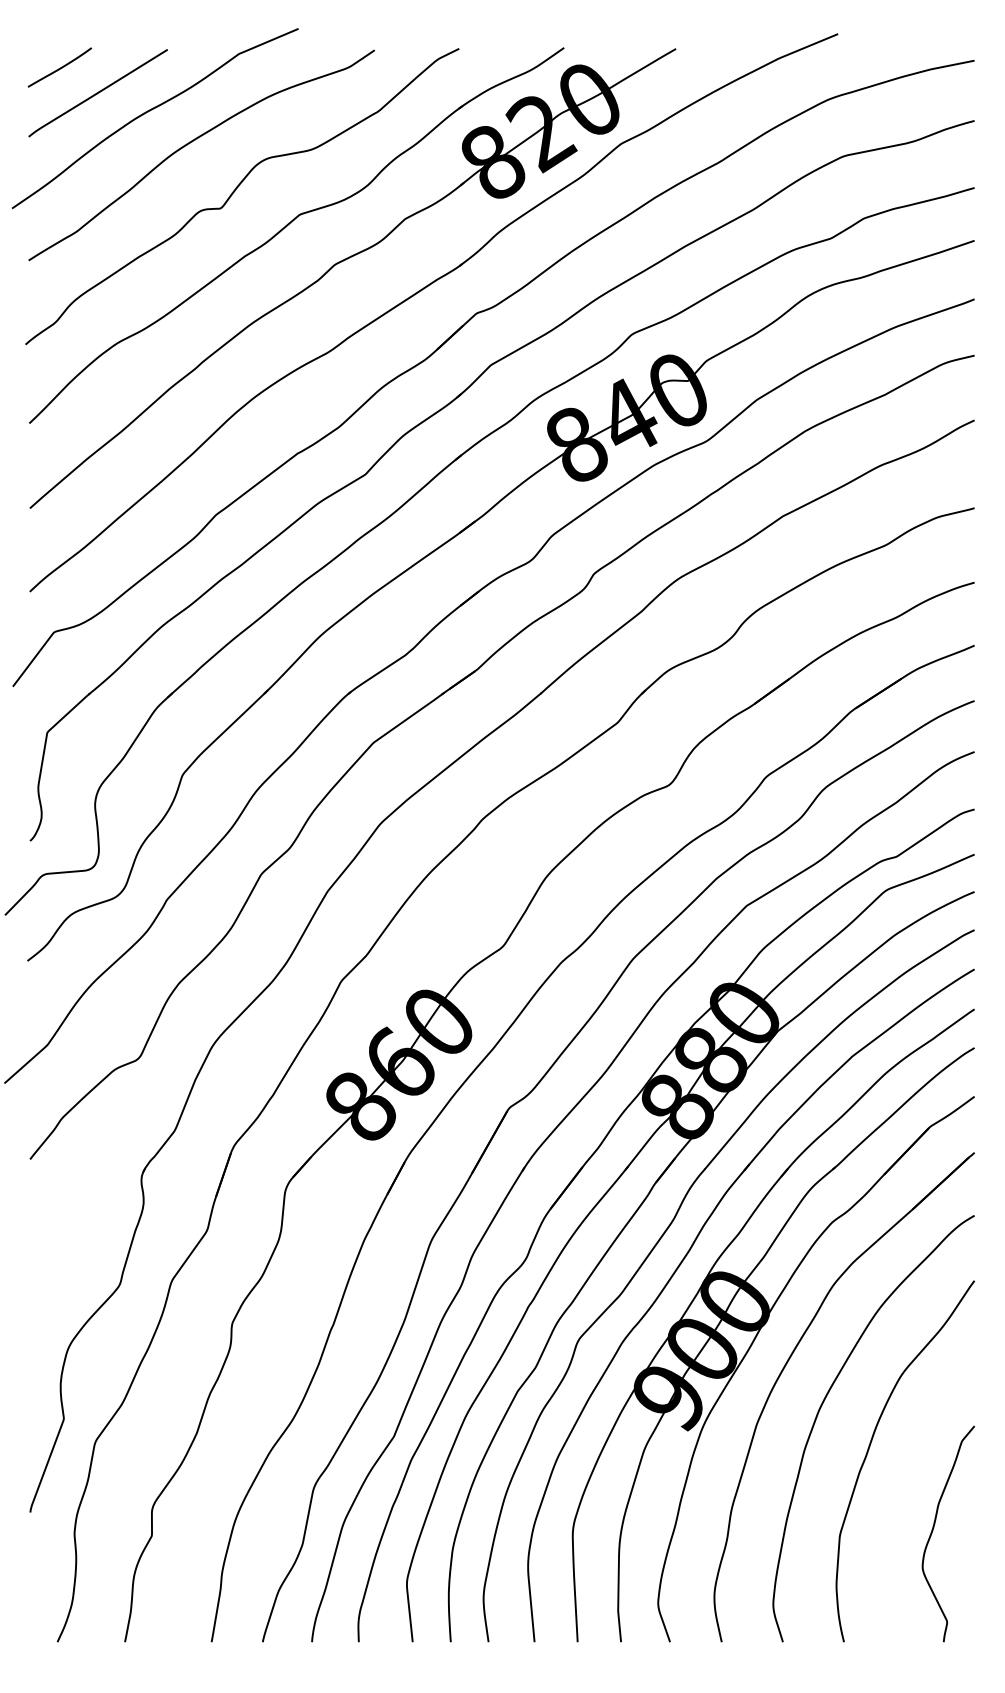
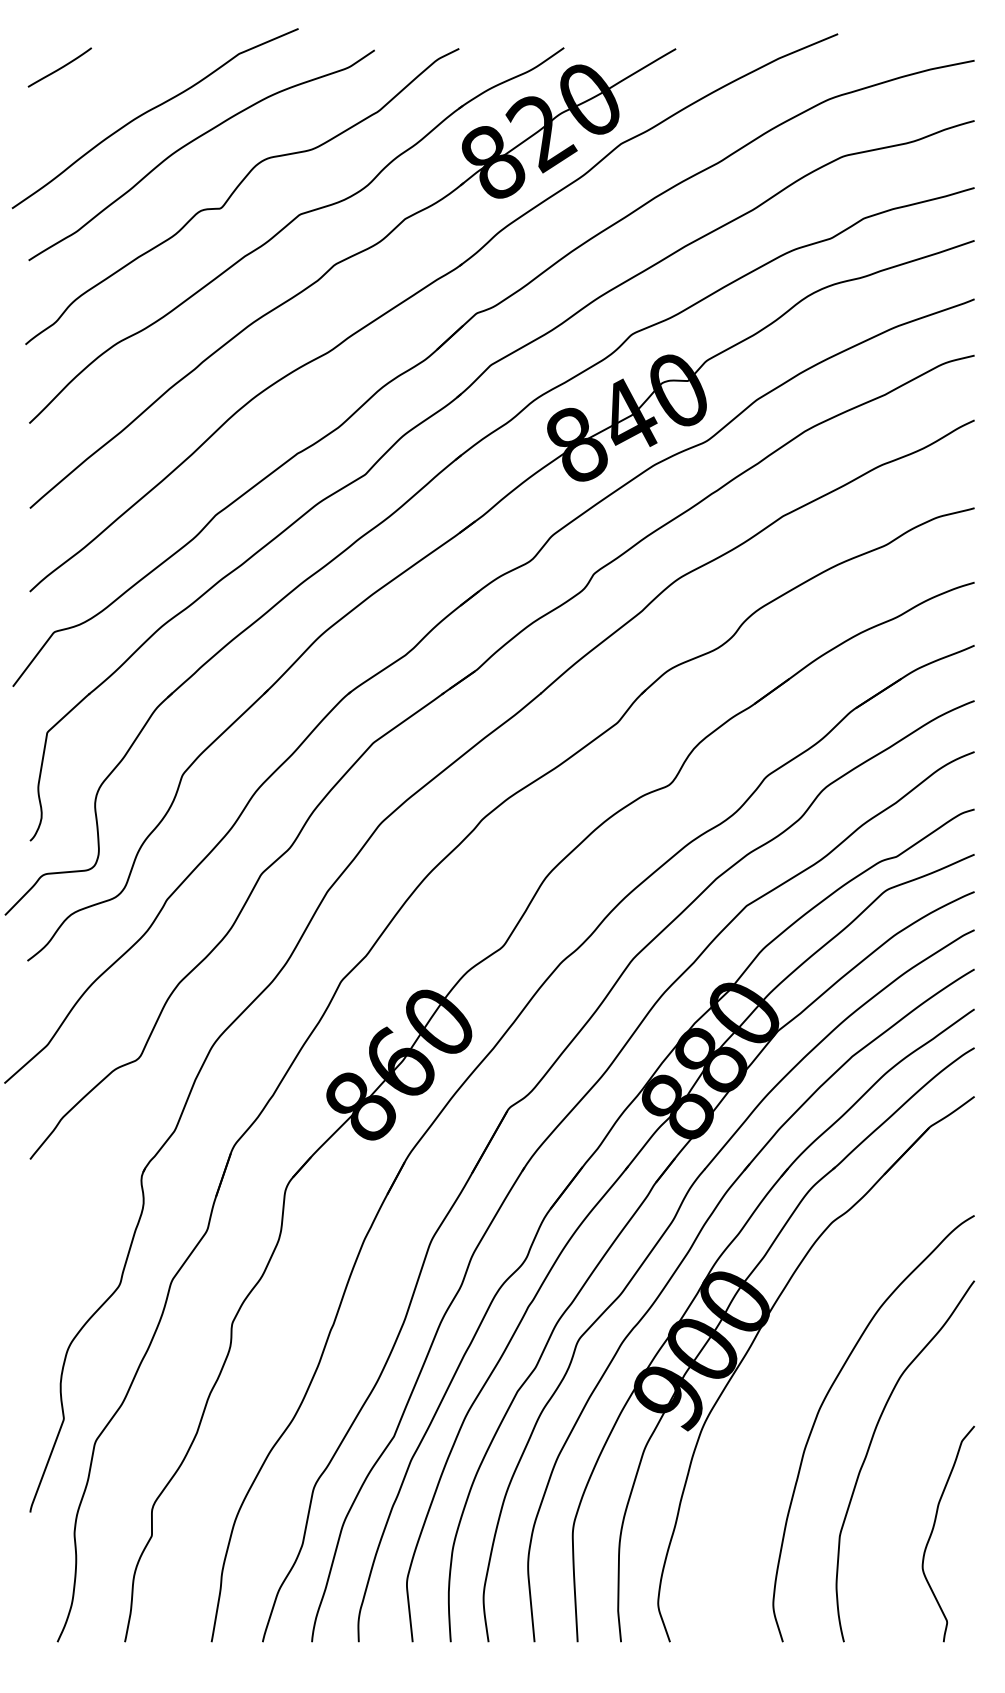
line at (97, 93): present -> none
part at (788, 1362): present -> none
